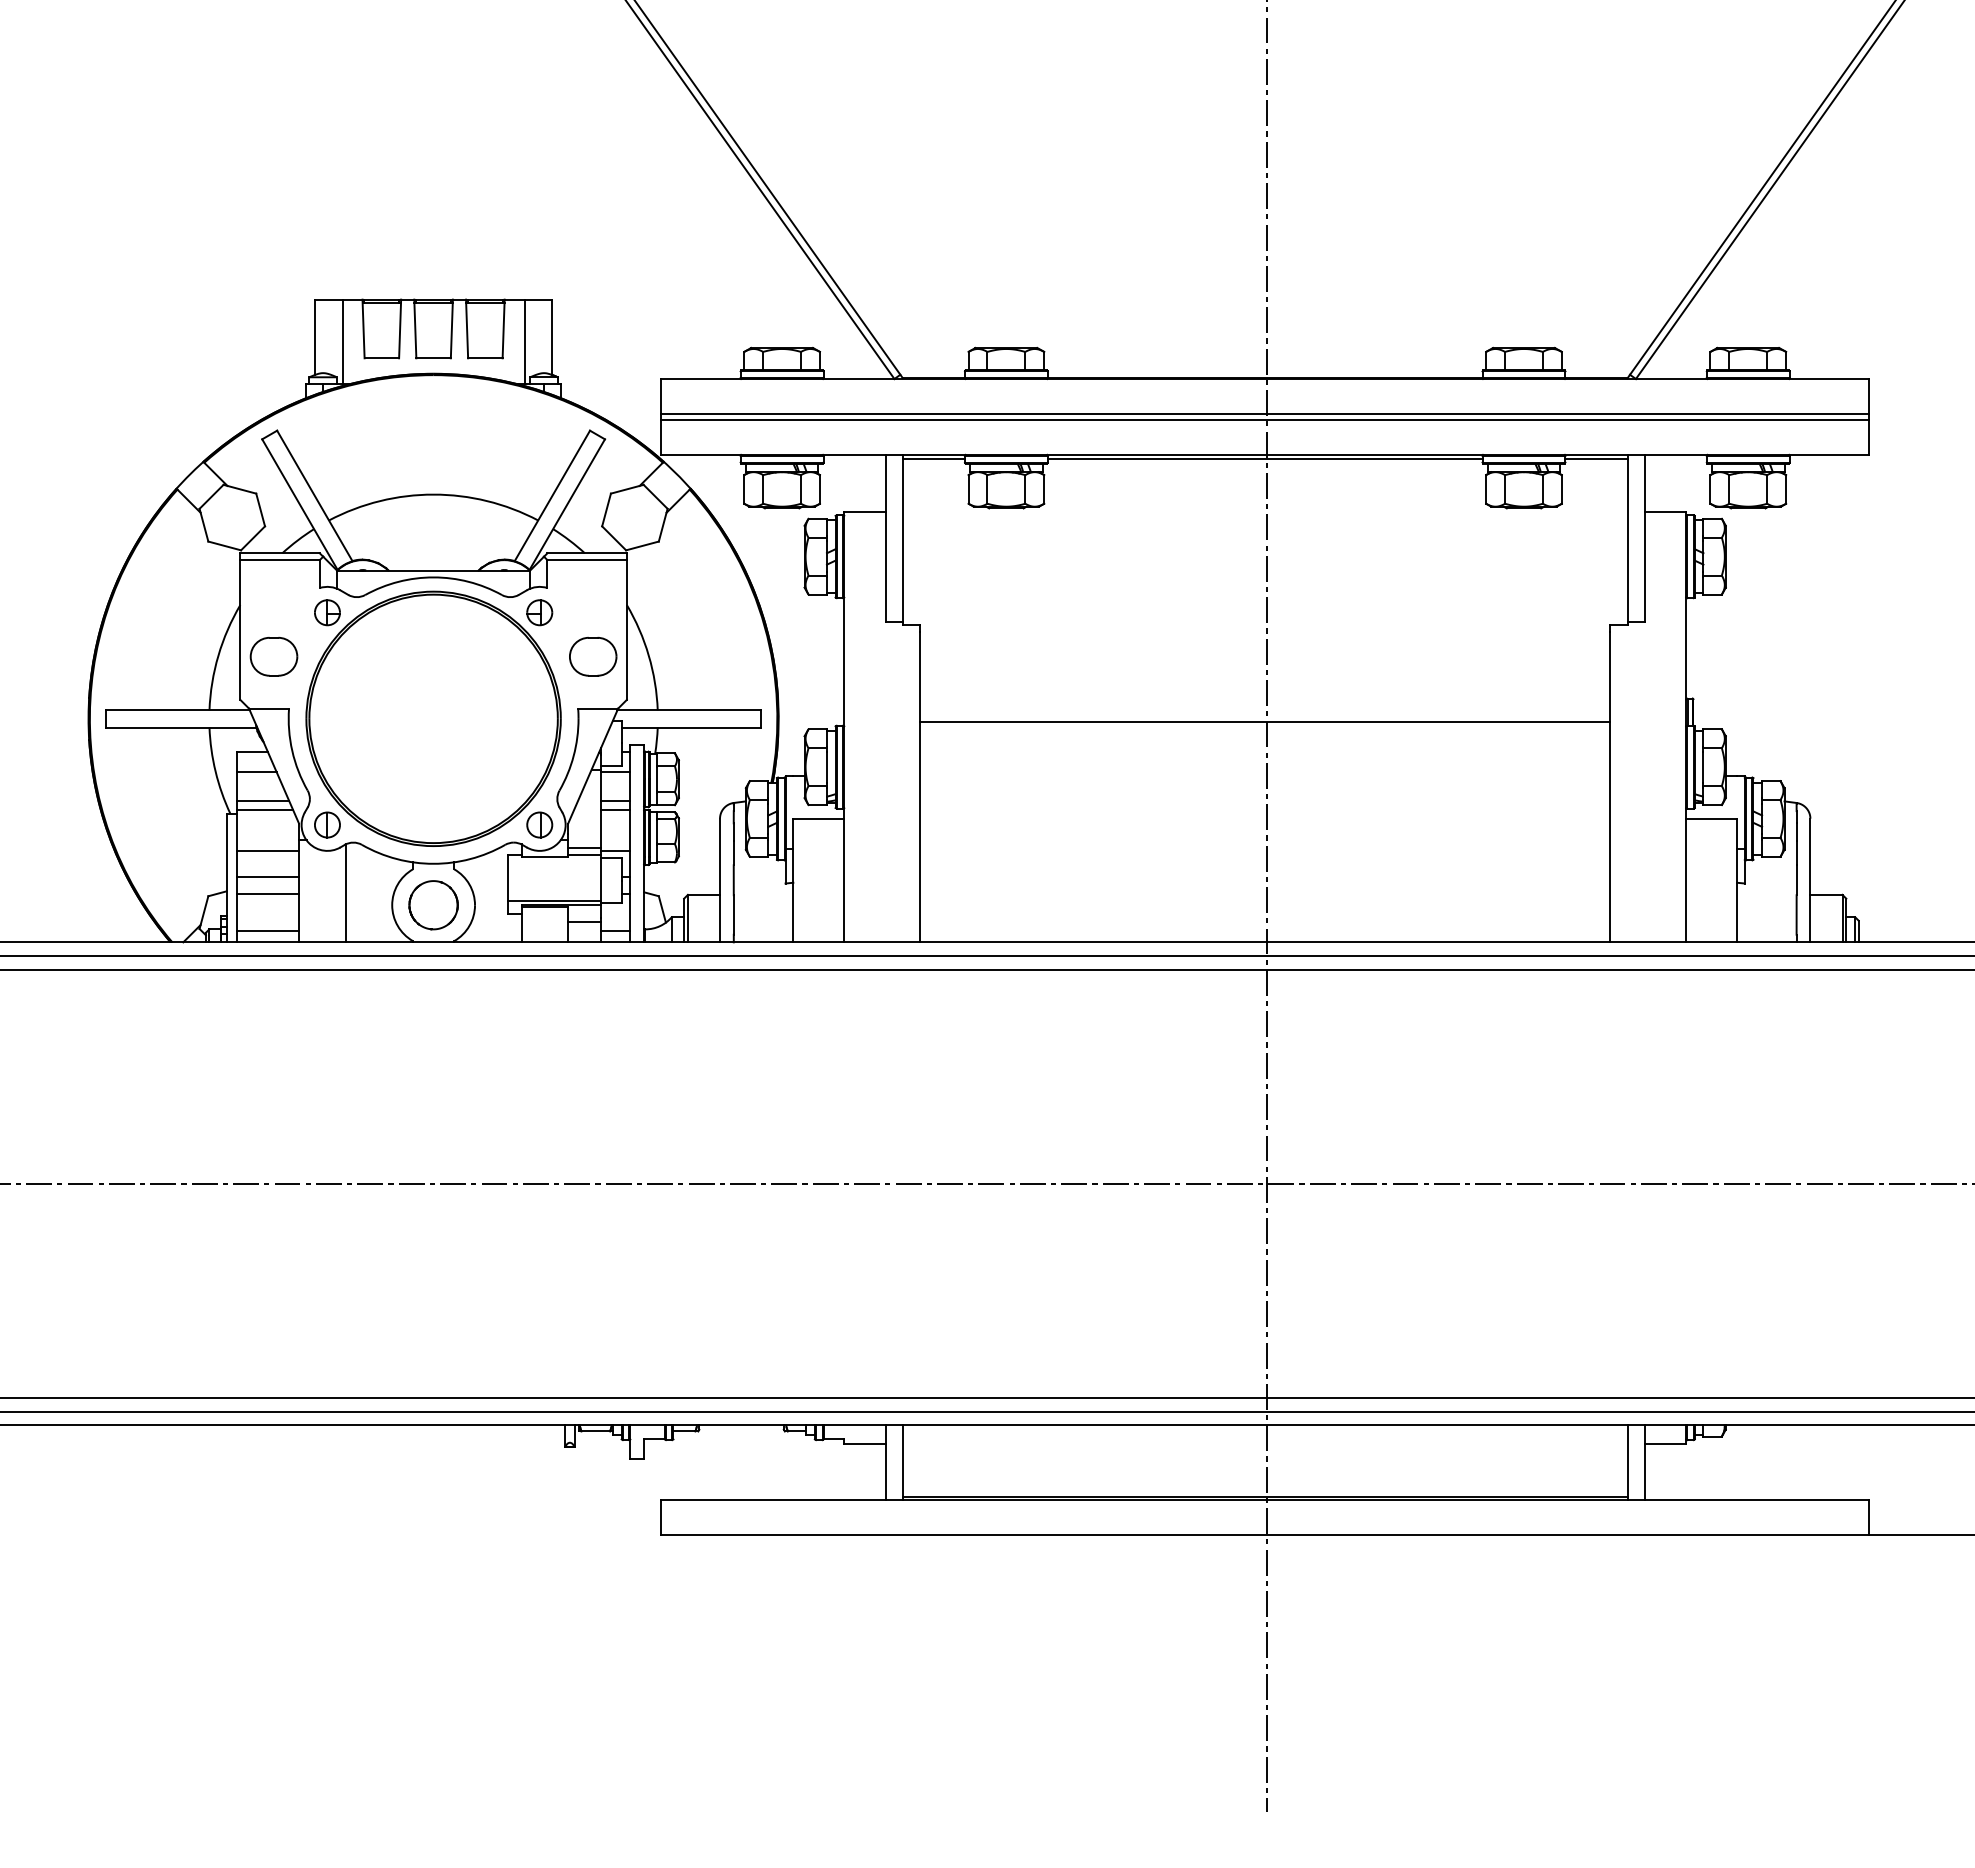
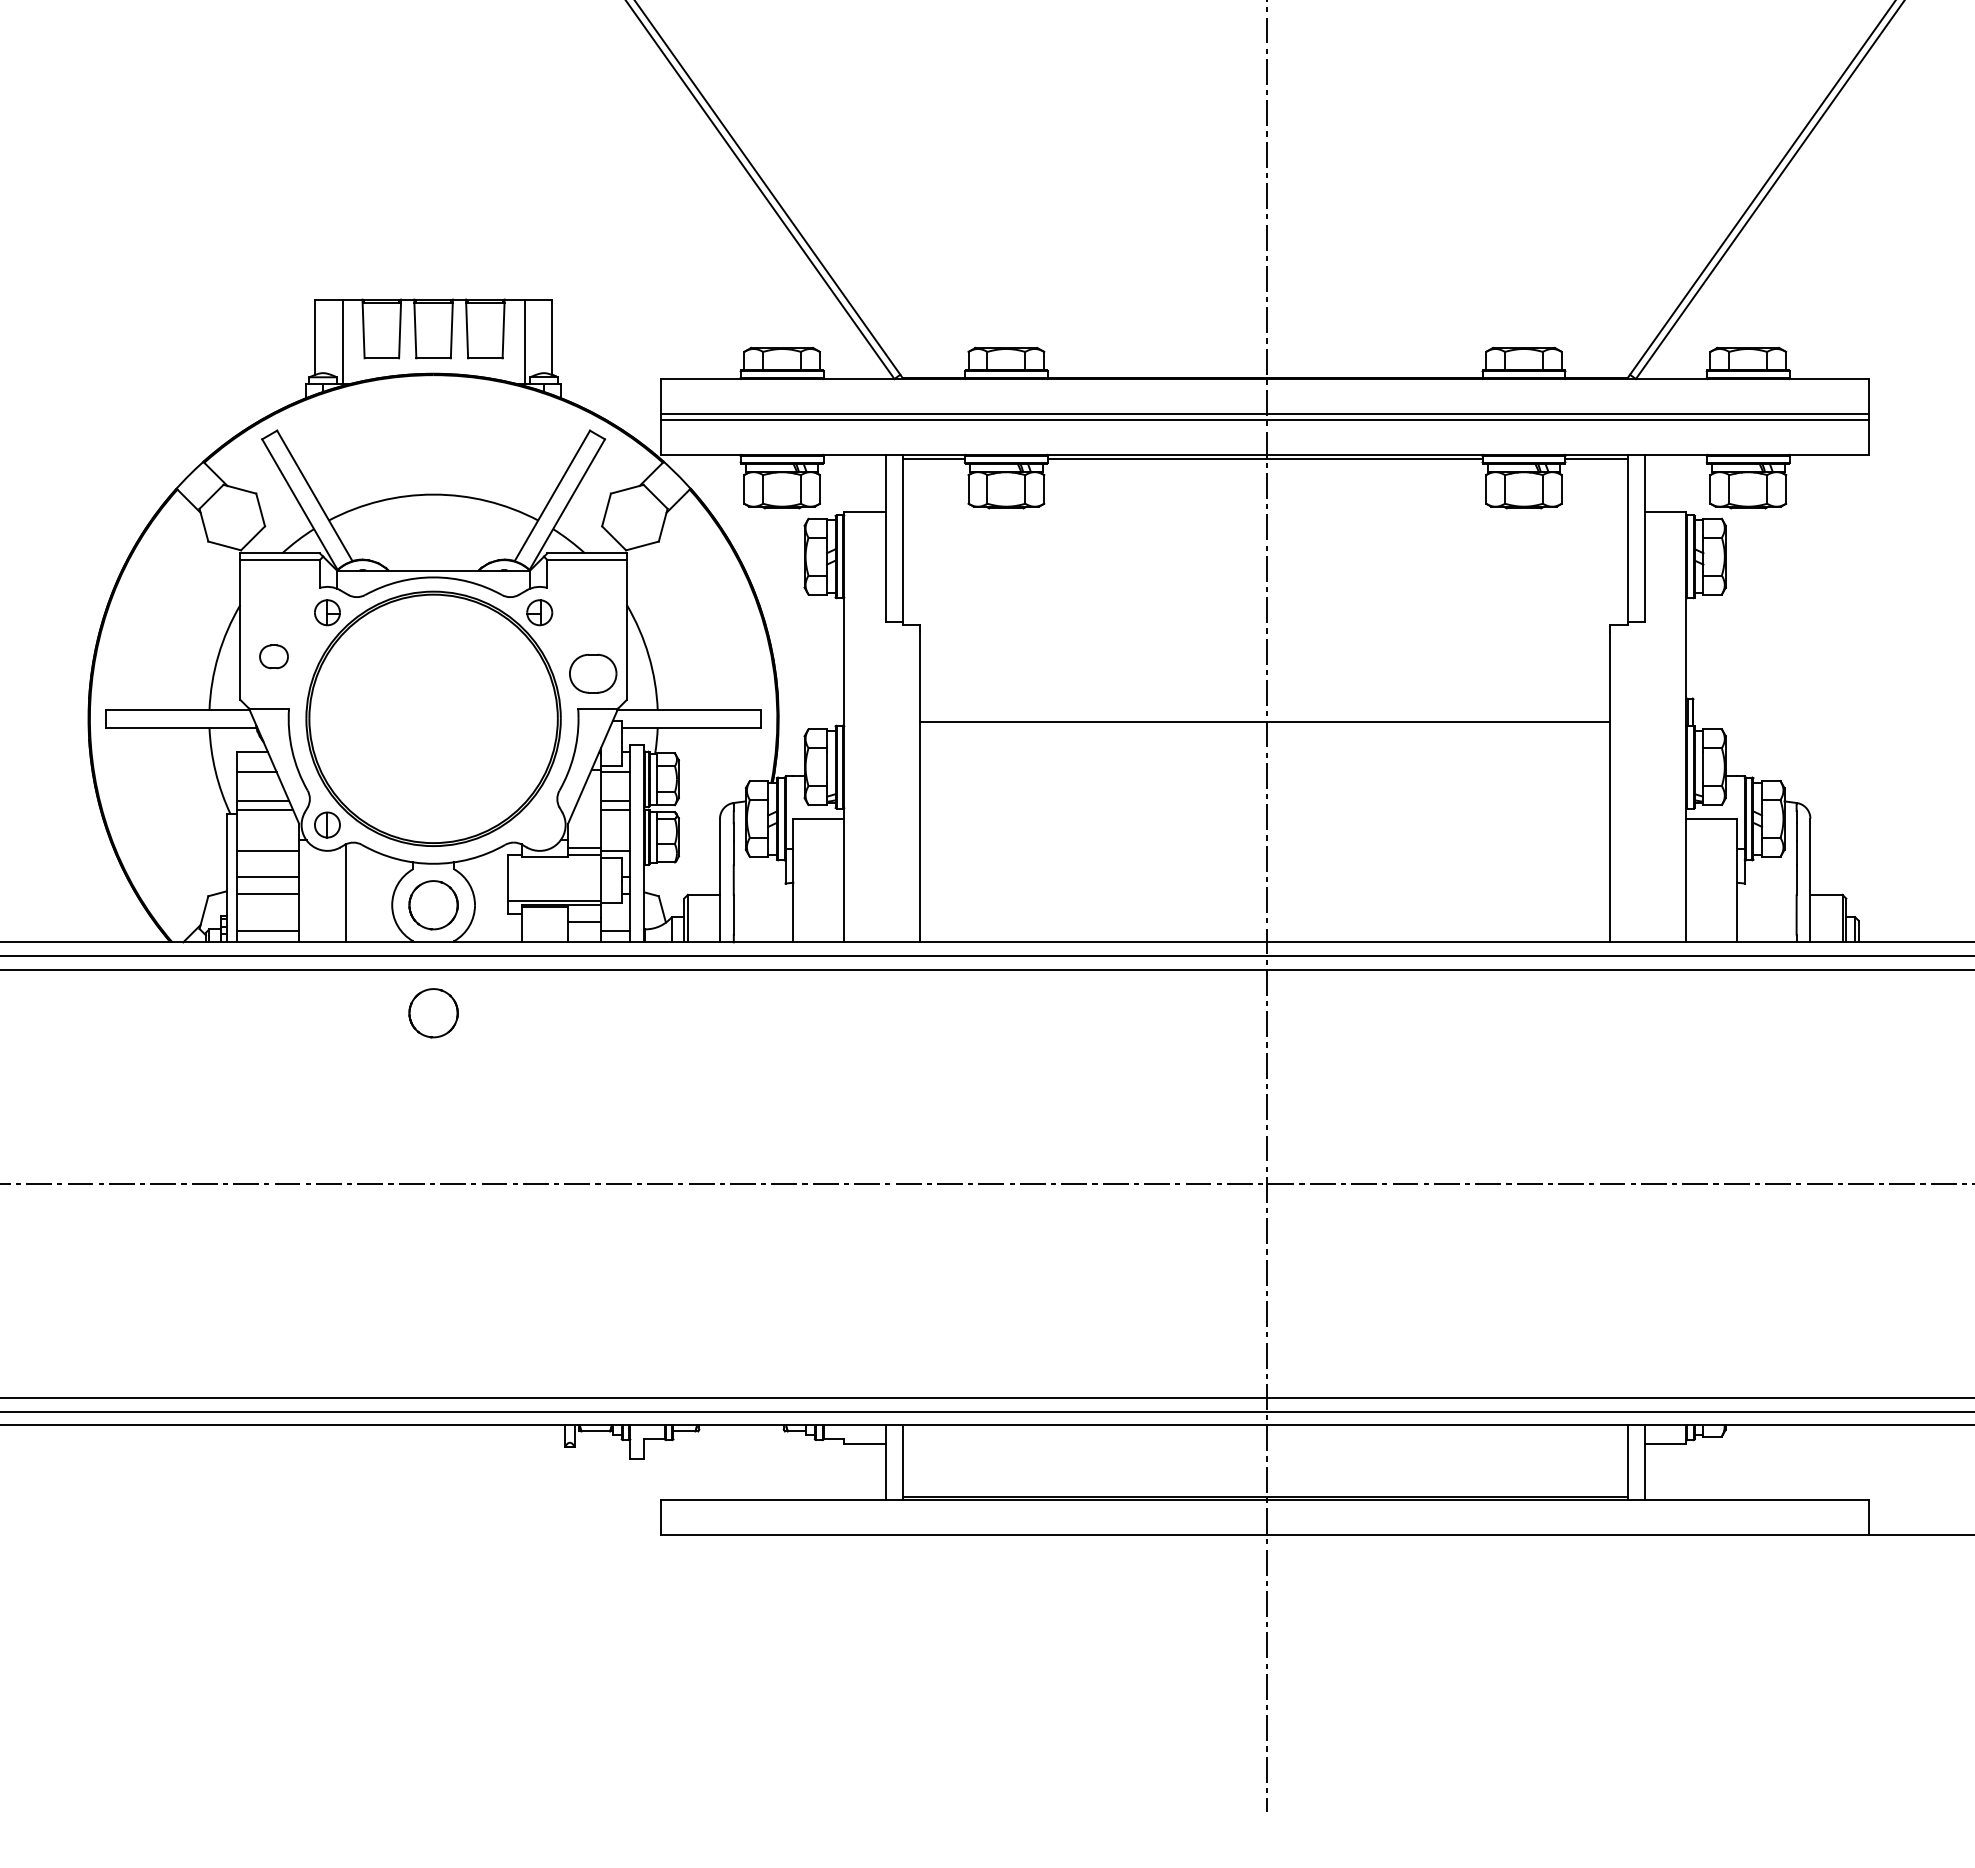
part at (273, 656) size: 50x40 px -> 30x26 px
part at (593, 656) position: (593, 656) -> (593, 673)
part at (539, 824): present -> none
part at (433, 1013): none -> present
